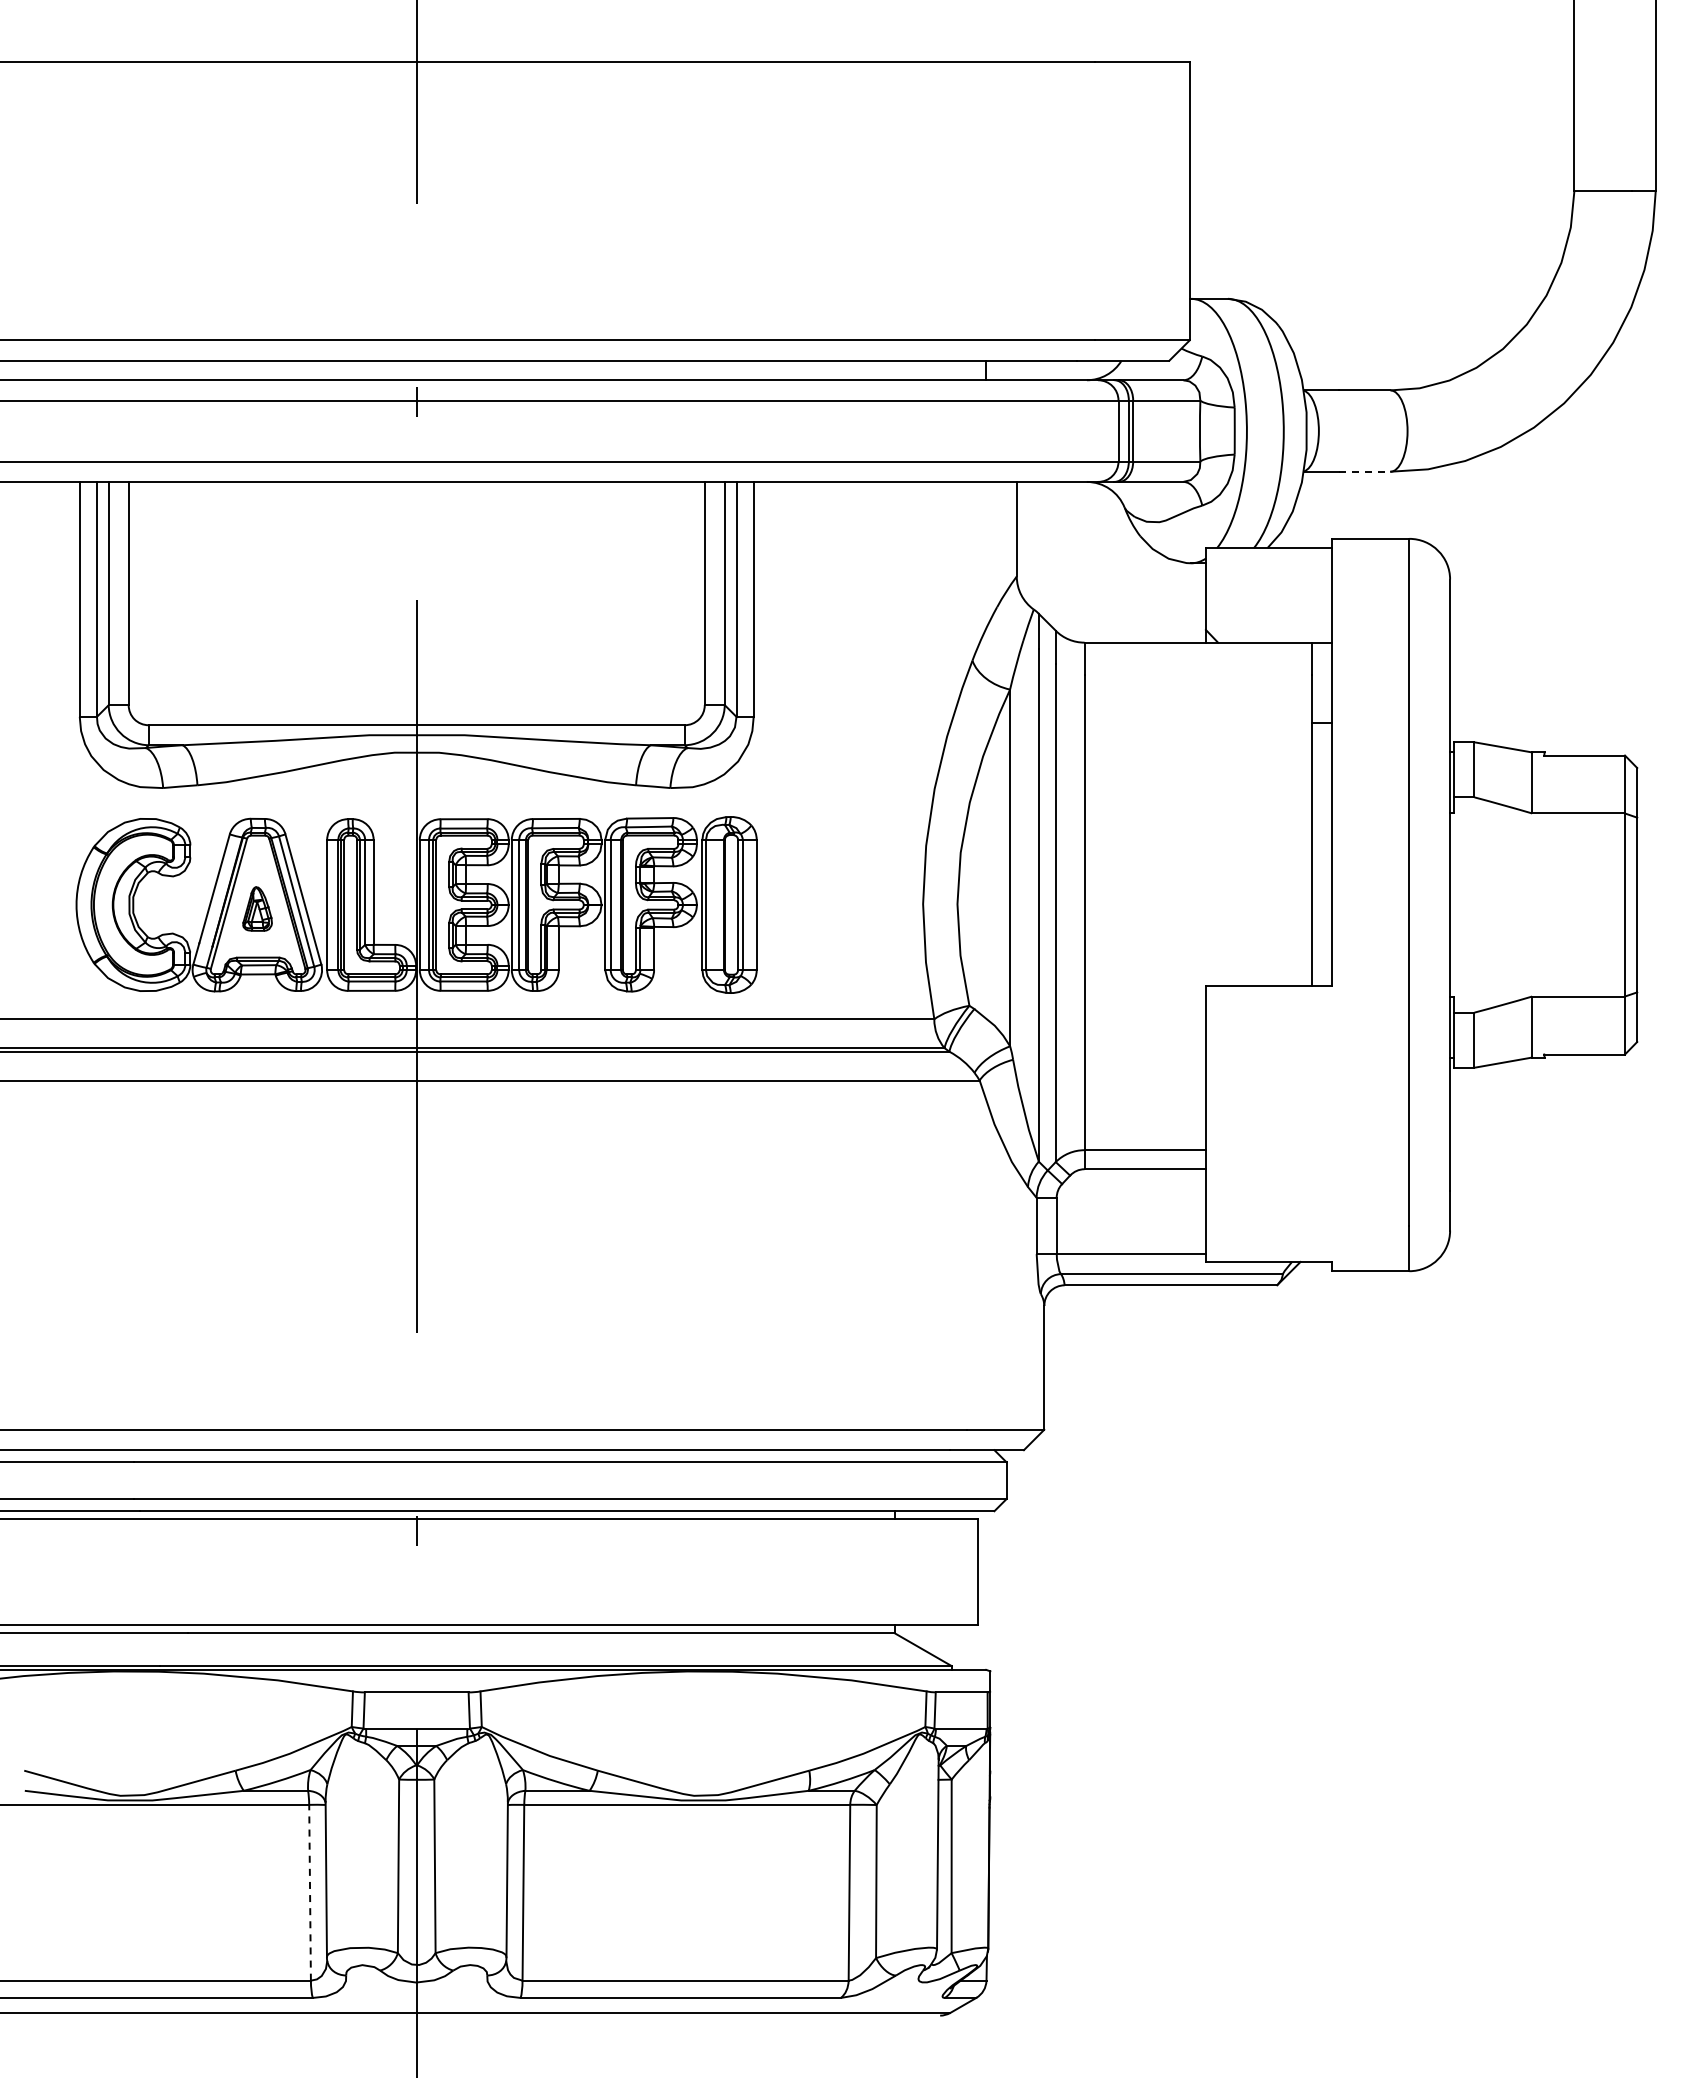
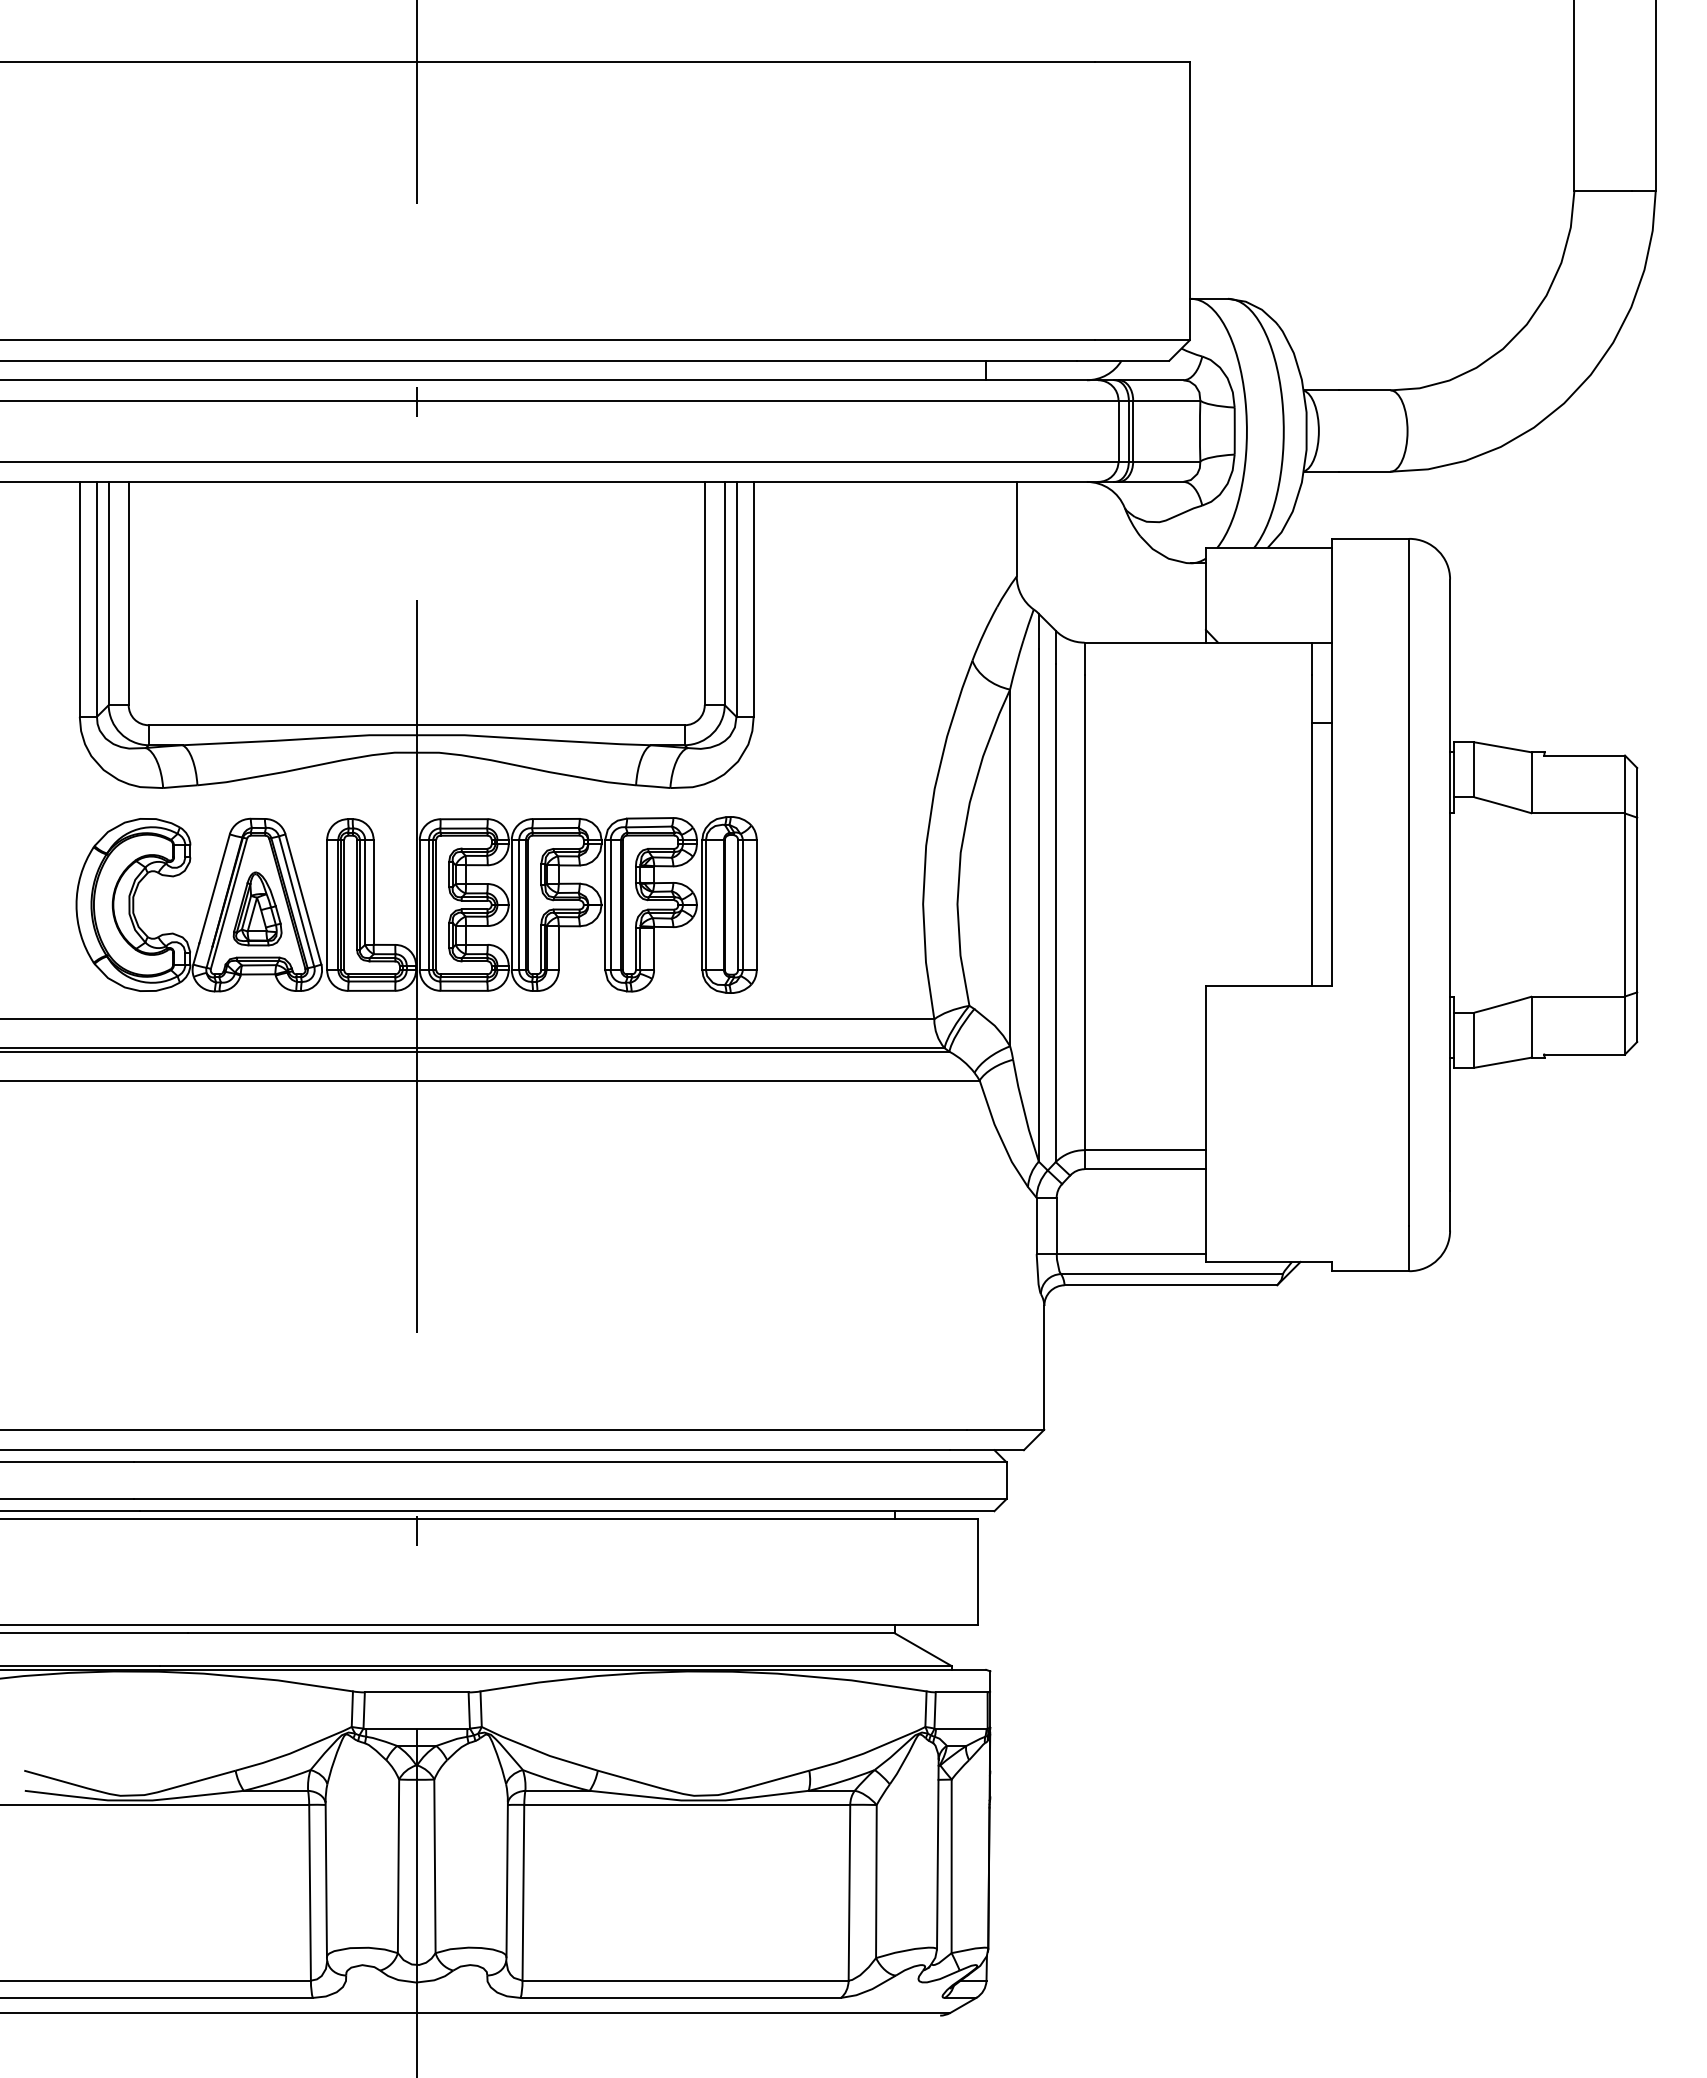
line at (1364, 471): dashed -> solid
part at (257, 908) size: 31x46 px -> 51x76 px
line at (310, 1892): dashed -> solid
